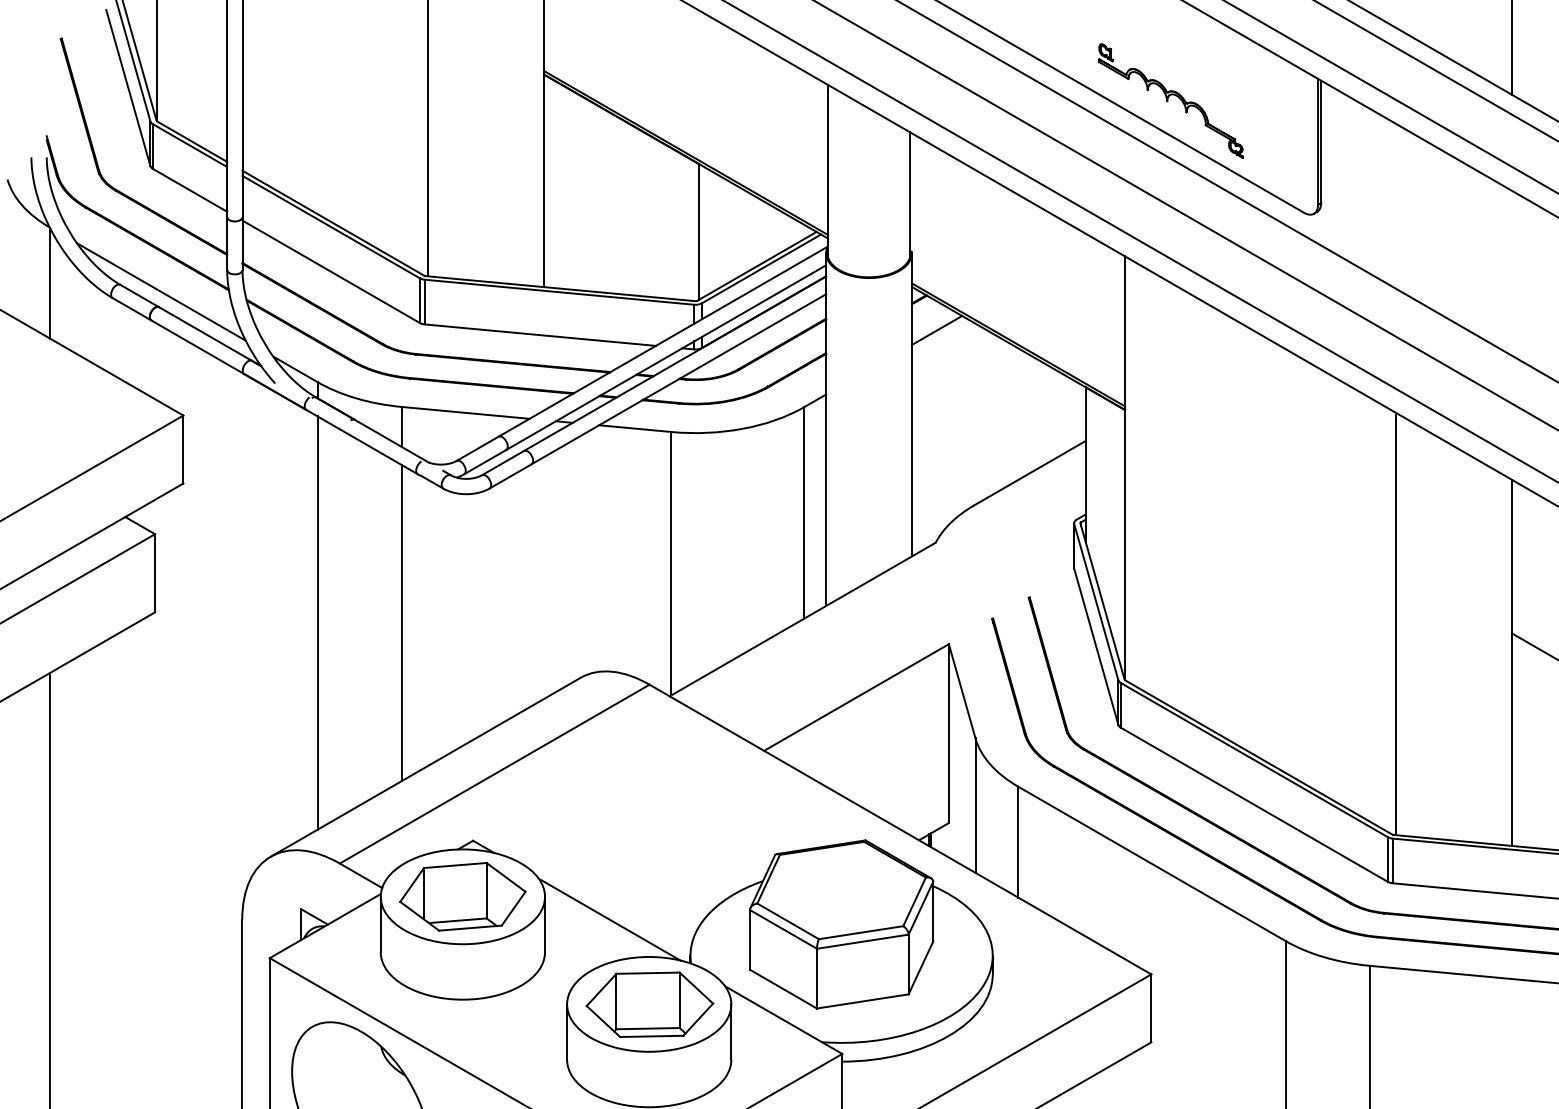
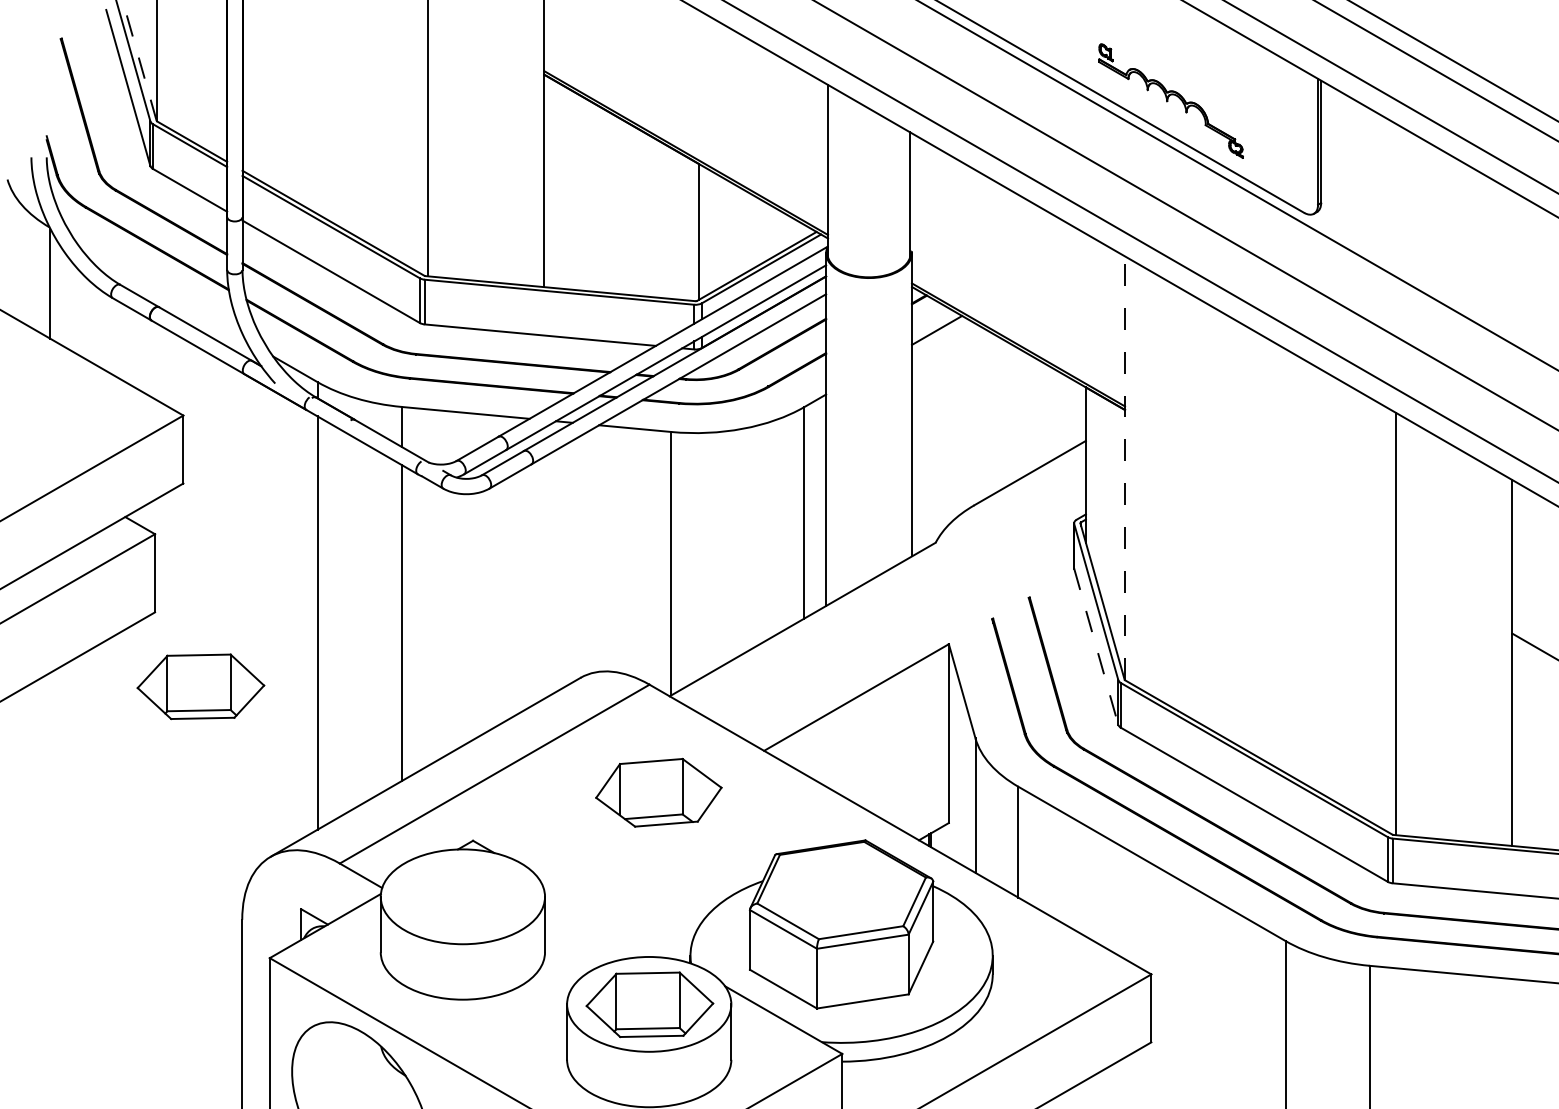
line at (1512, 48): present -> none
line at (139, 60): solid -> dashed
line at (1227, 191) position: (1227, 191) -> (1237, 185)
line at (160, 291): present -> none
line at (1125, 468): solid -> dashed
line at (1096, 647): solid -> dashed
part at (200, 686): none -> present
line at (50, 888): present -> none
part at (462, 896) position: (462, 896) -> (658, 792)
line at (609, 919): present -> none
